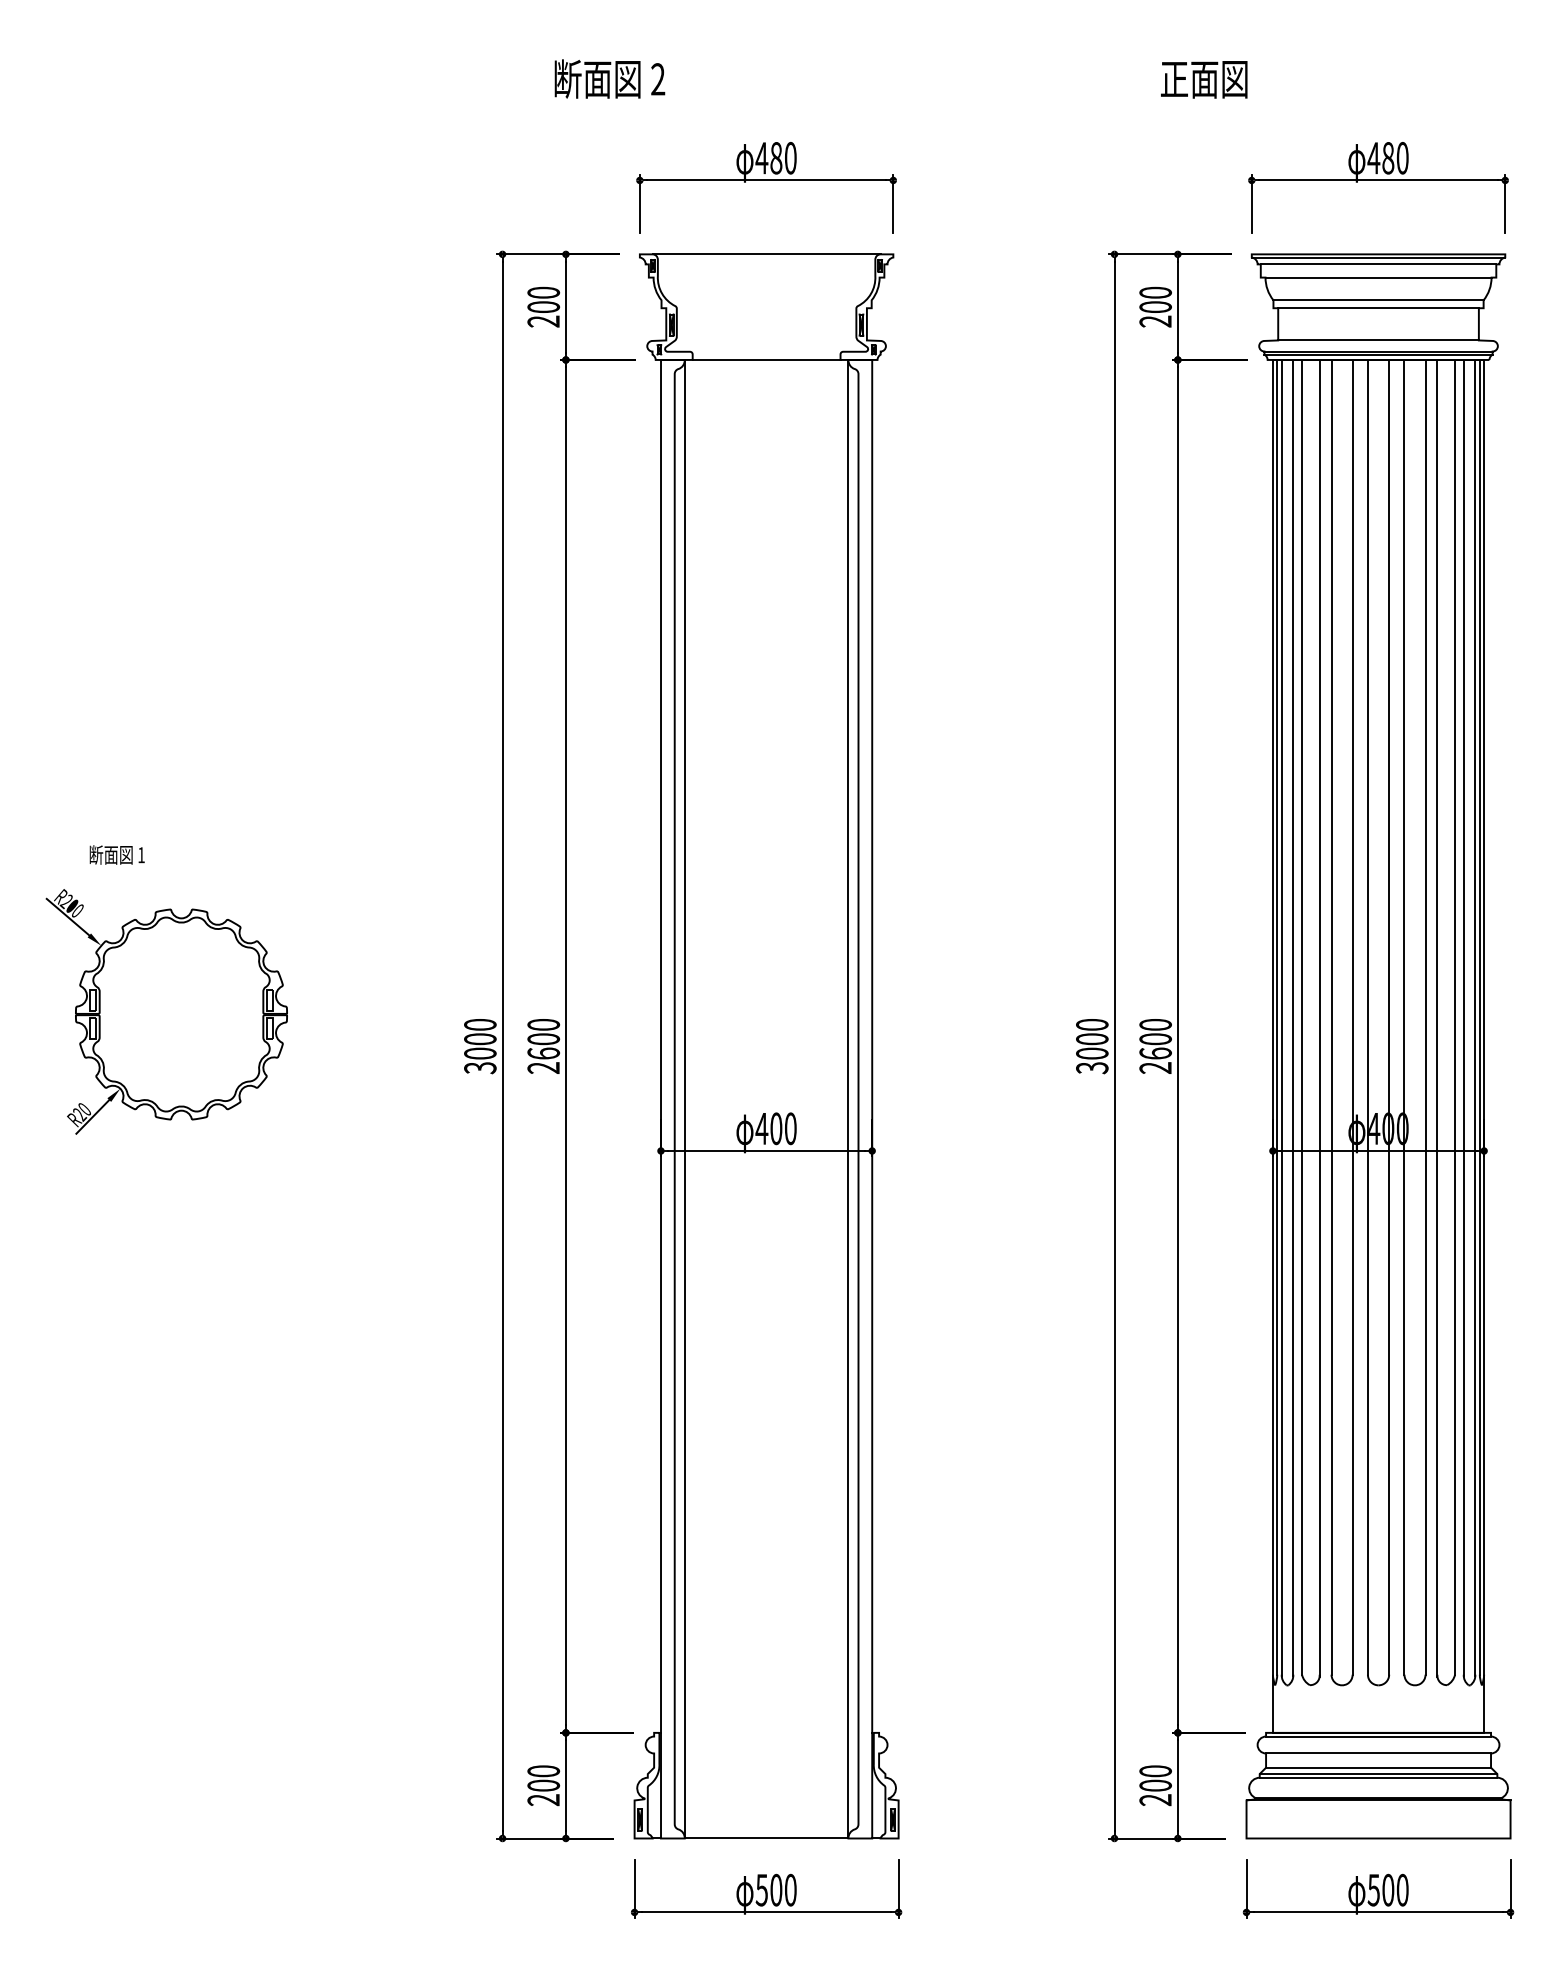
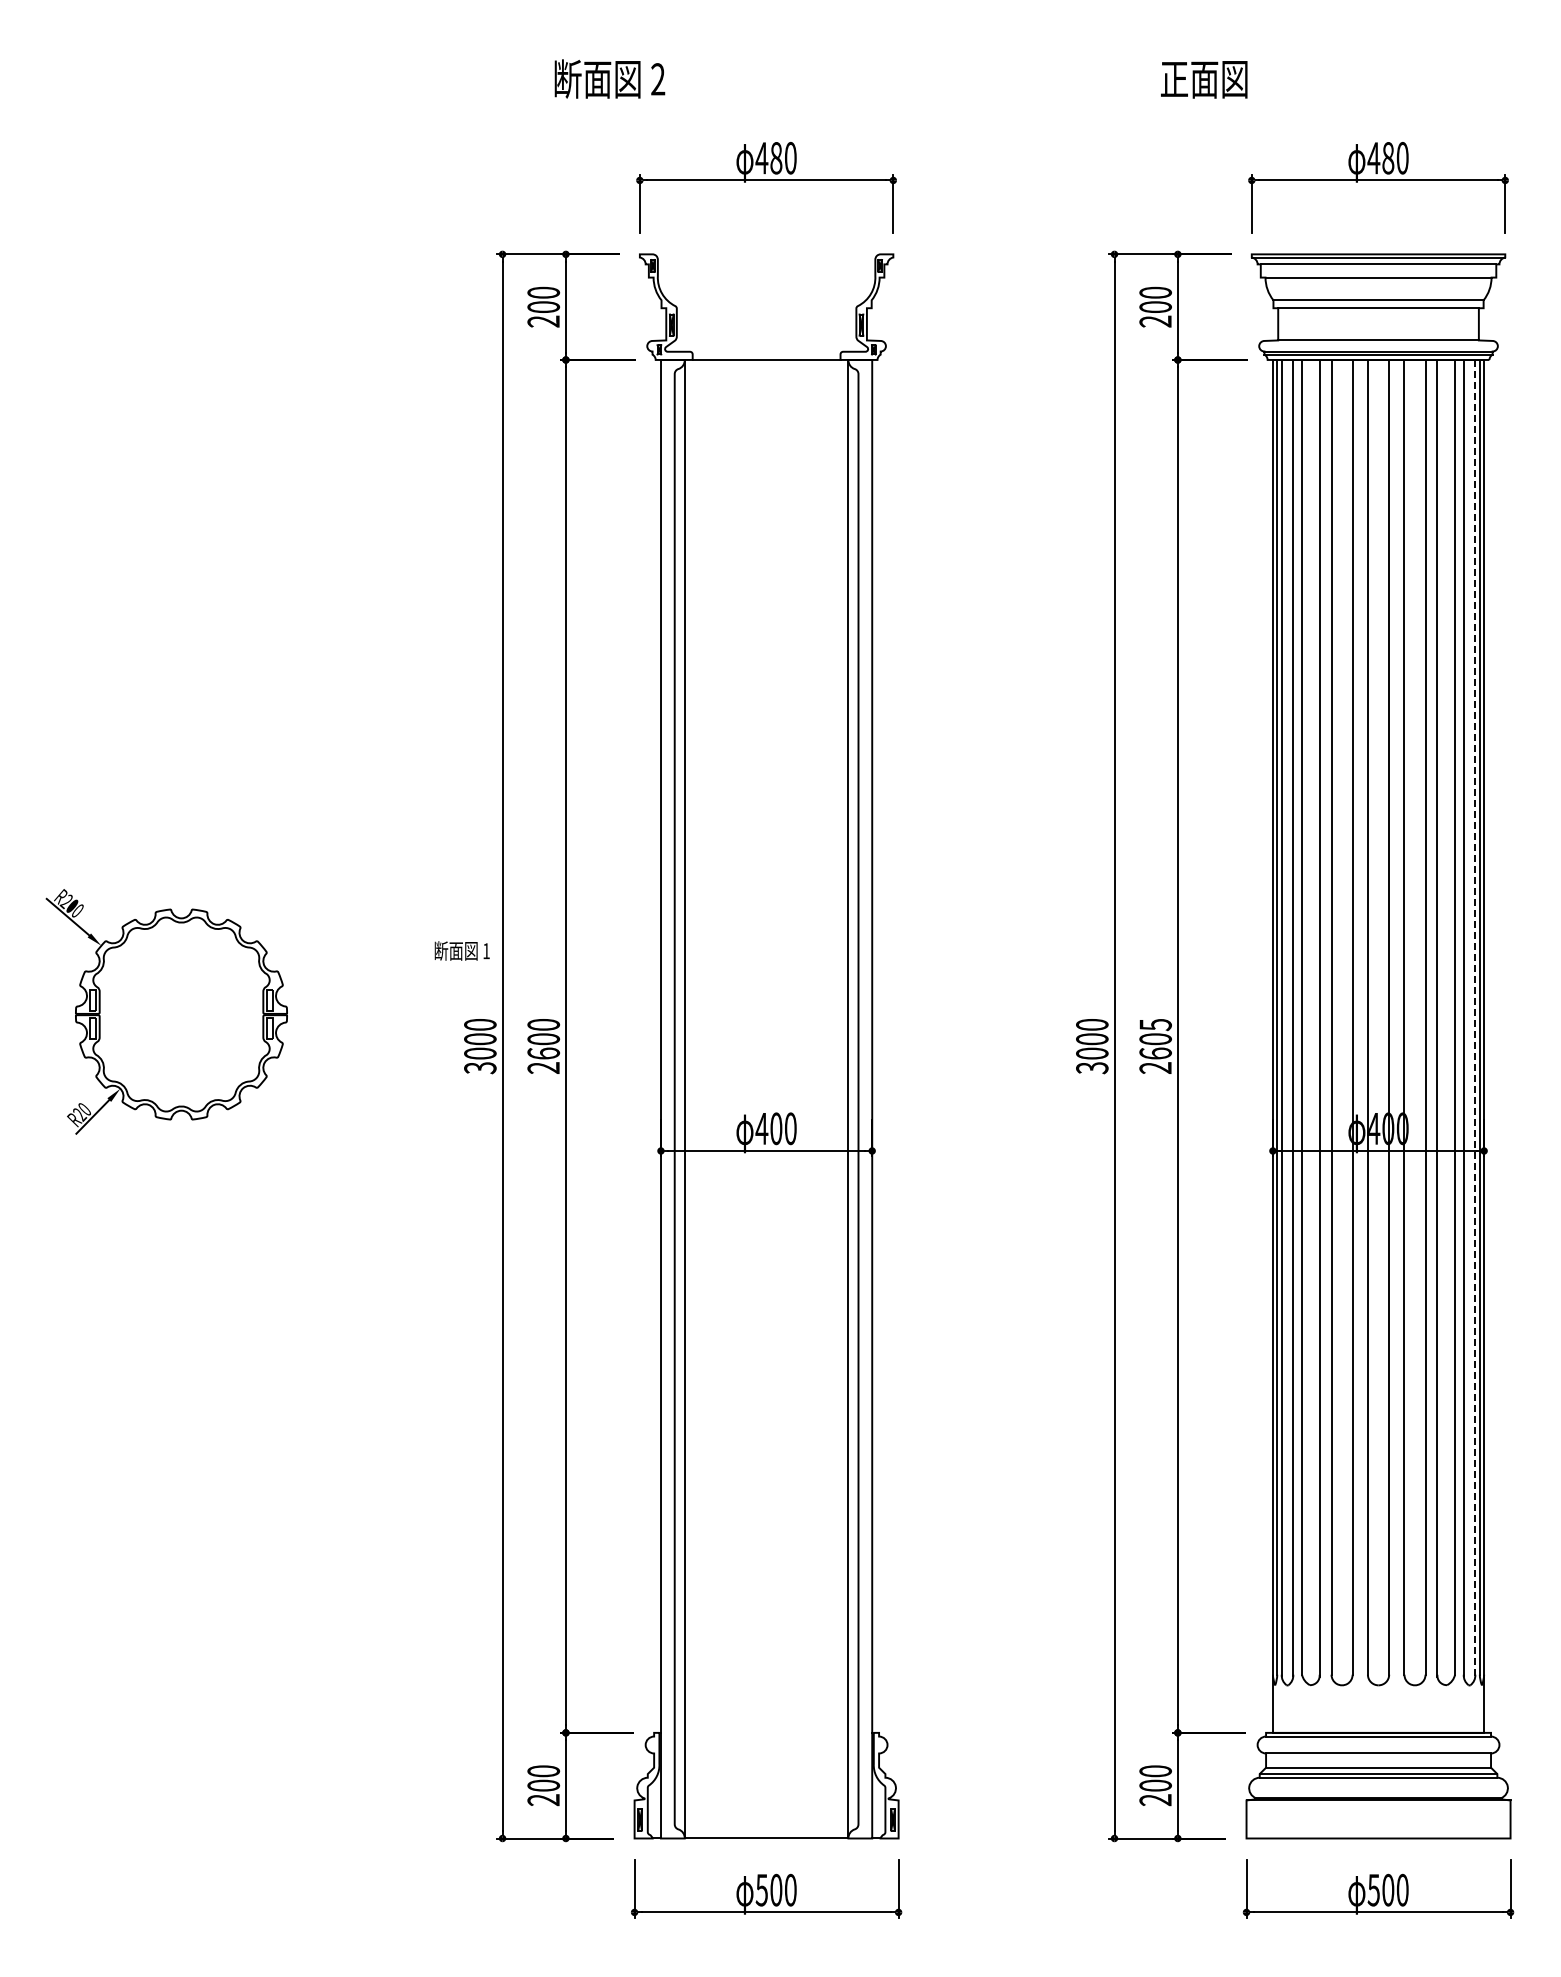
line at (766, 254): present -> none
text at (116, 854) position: (116, 854) -> (461, 950)
line at (1475, 1018): solid -> dashed
text at (1155, 1025): 2600 -> 2605
